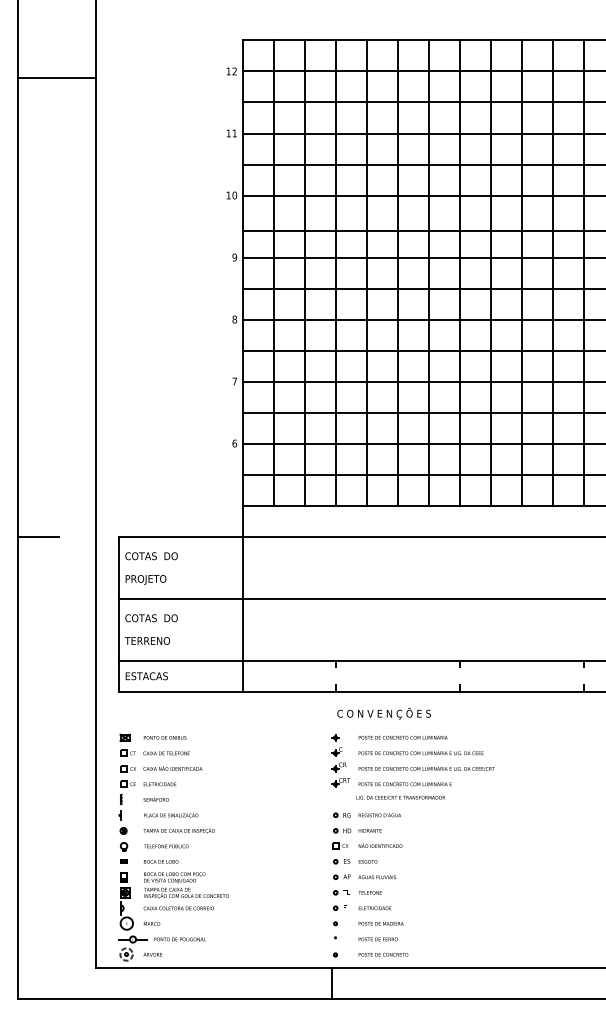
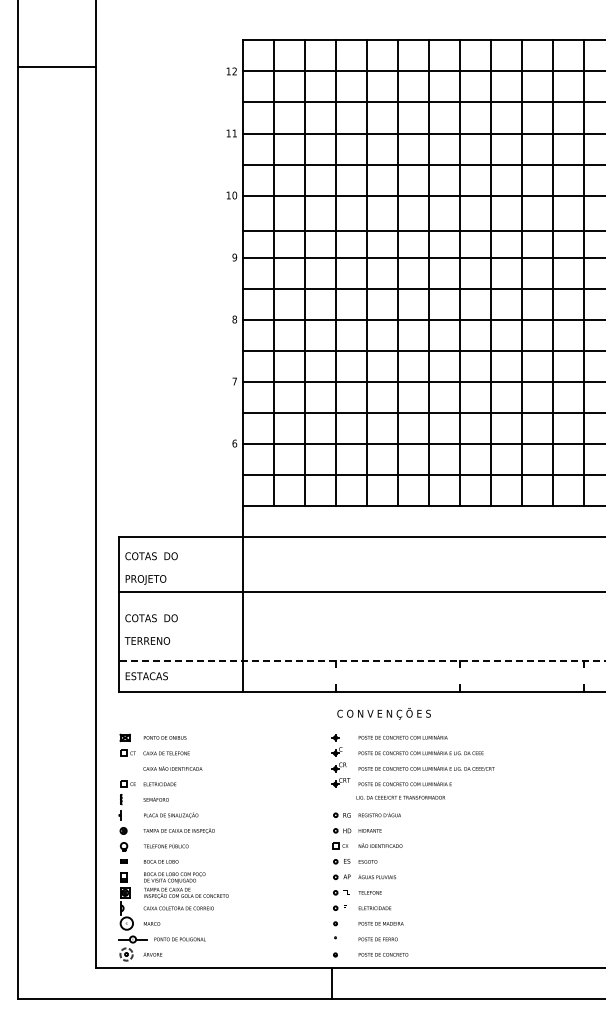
line at (56, 78) position: (56, 78) -> (56, 67)
line at (38, 537): present -> none
line at (360, 598) position: (360, 598) -> (360, 591)
line at (362, 660): solid -> dashed
part at (127, 768): present -> none
